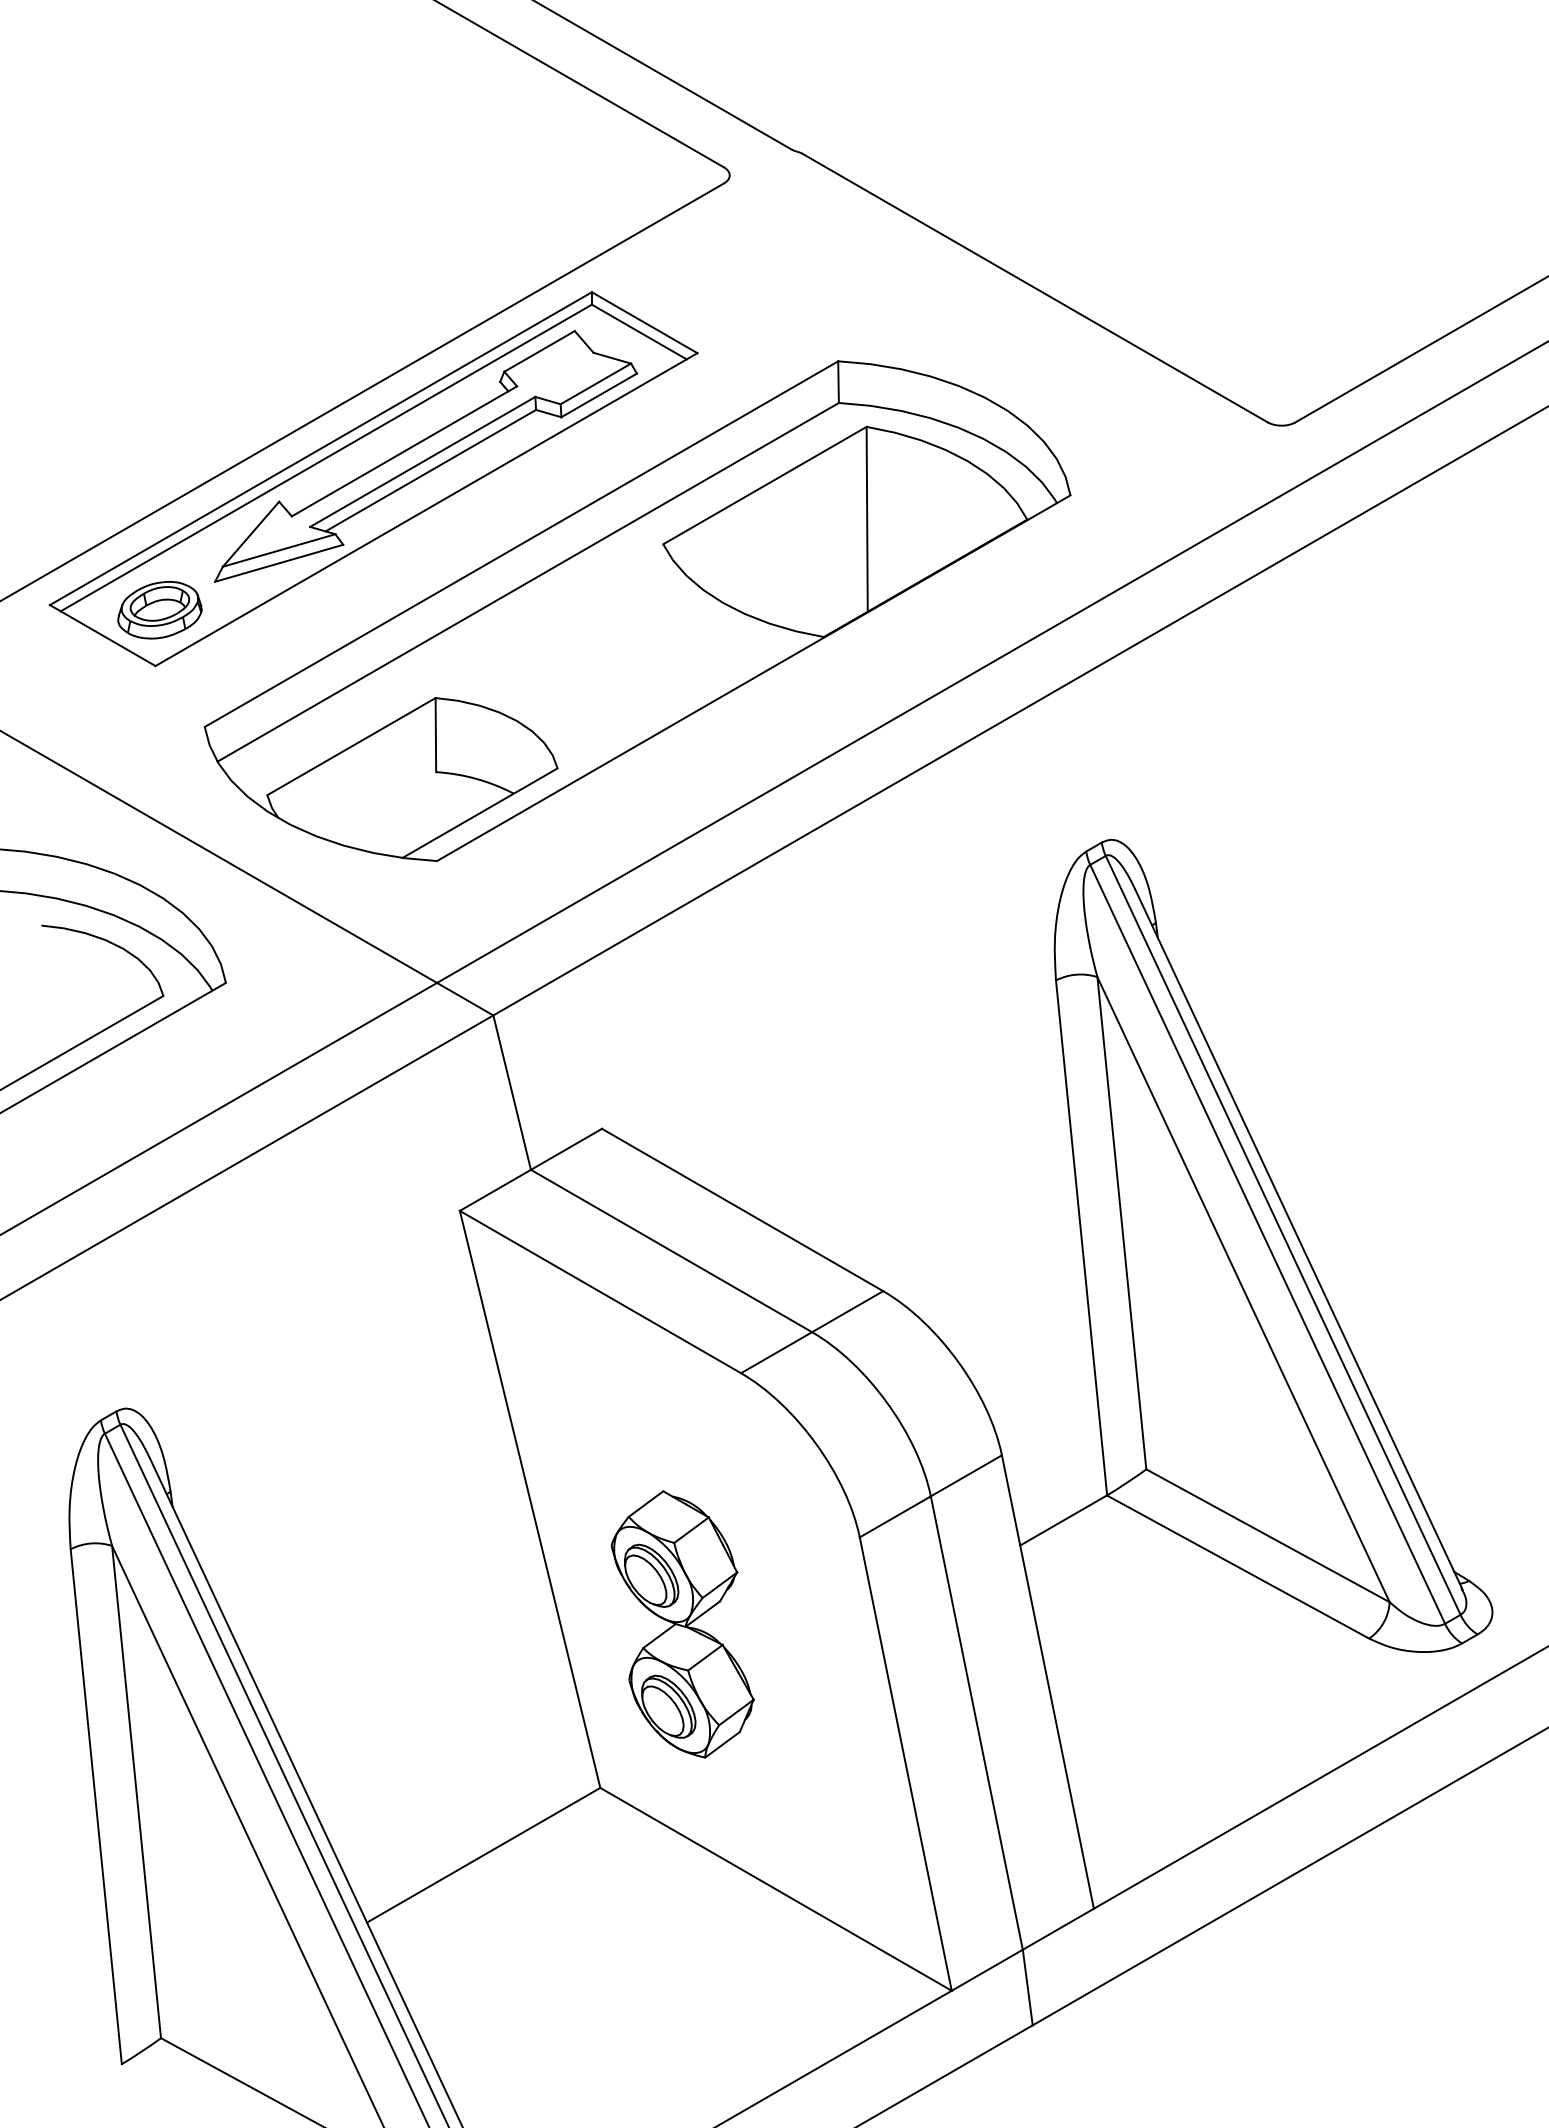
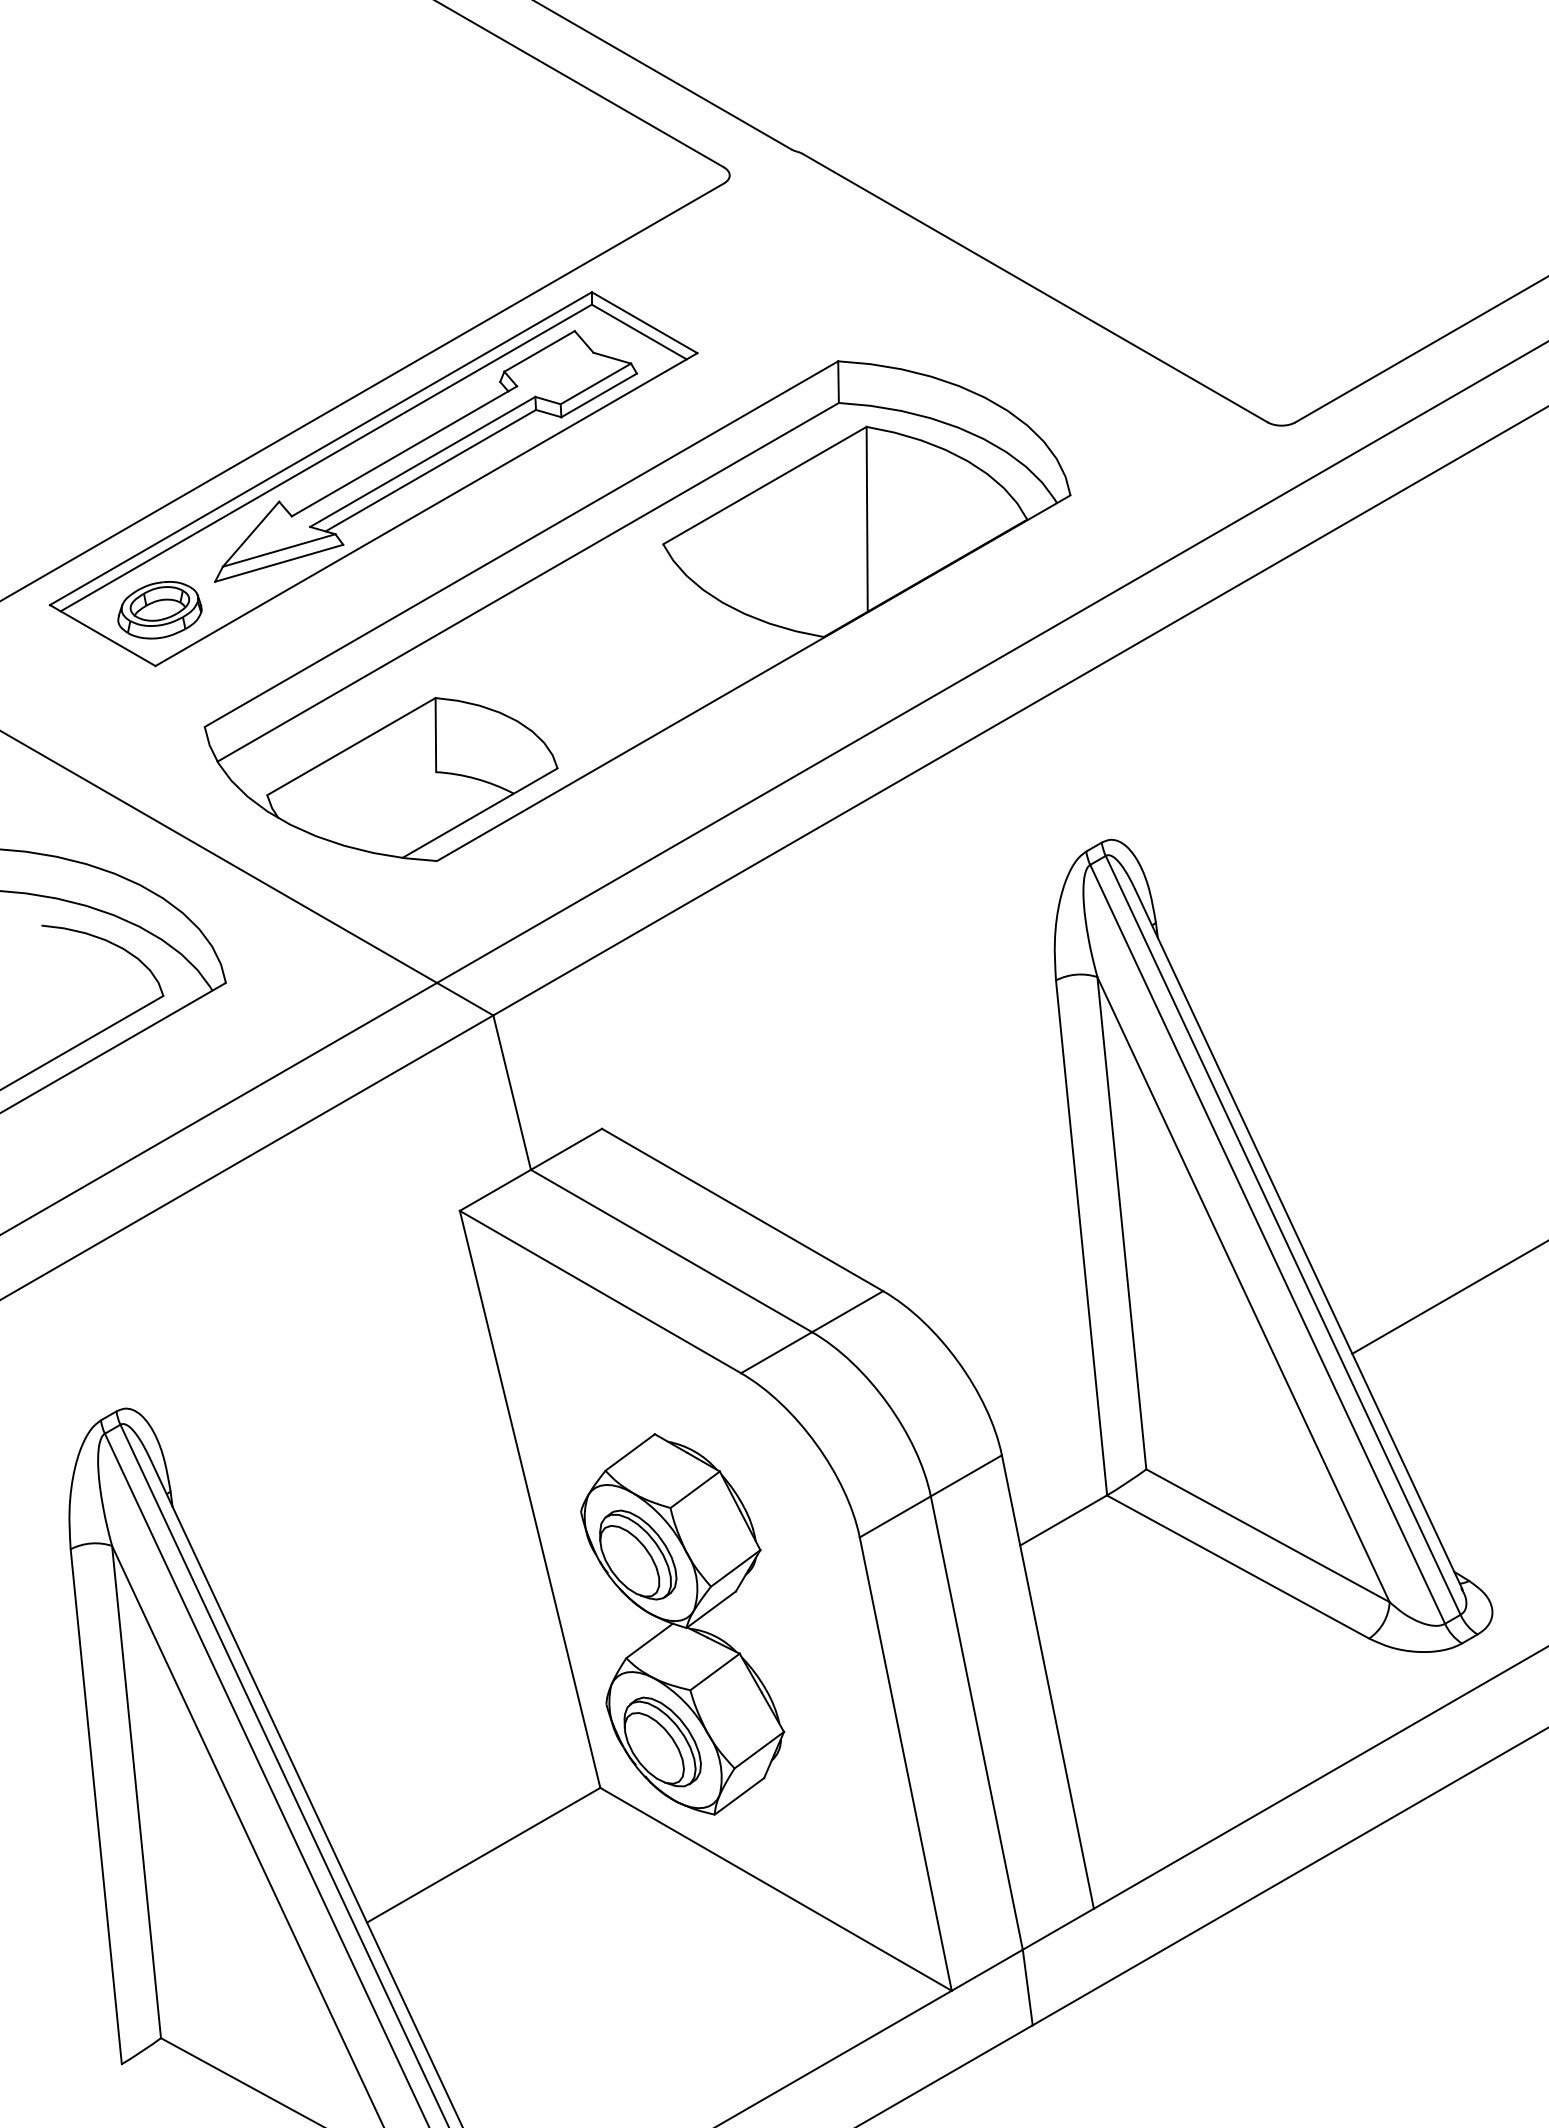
line at (1448, 1297): none -> present
part at (682, 1624) size: 145x269 px -> 206x383 px
